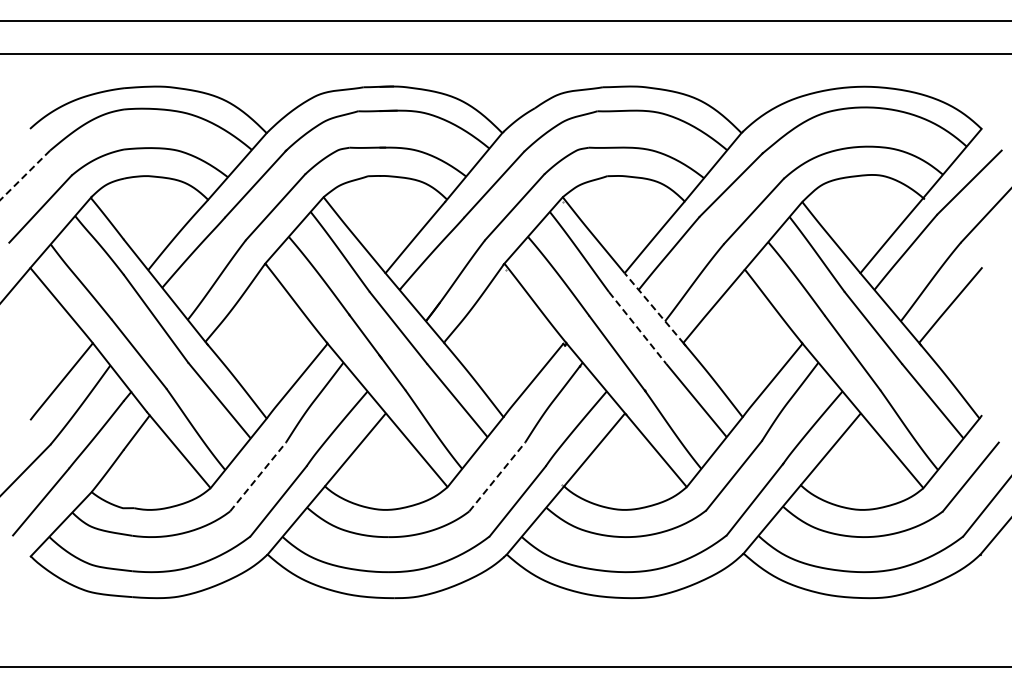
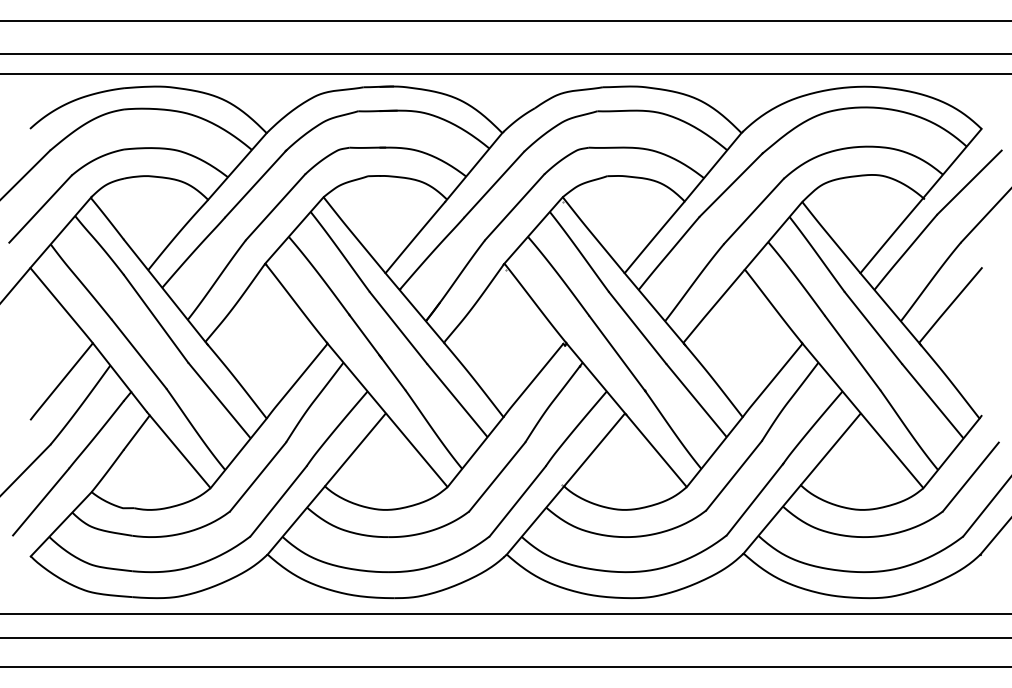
line at (505, 74): none -> present
line at (25, 175): dashed -> solid
line at (653, 308): dashed -> solid
line at (637, 327): dashed -> solid
line at (258, 476): dashed -> solid
line at (497, 476): dashed -> solid
line at (505, 614): none -> present
line at (505, 637): none -> present
